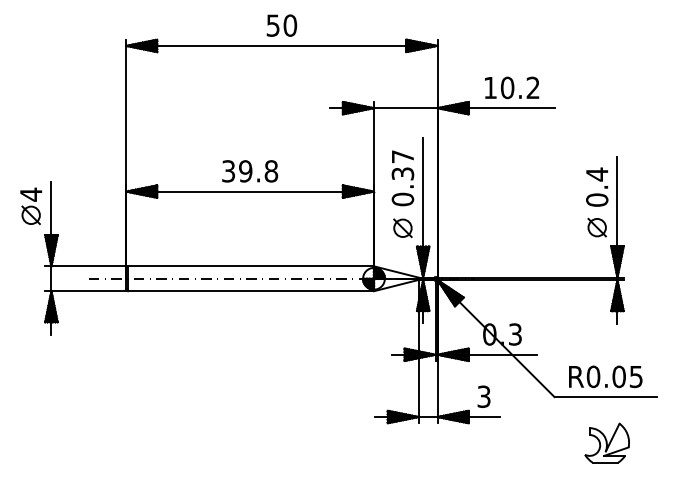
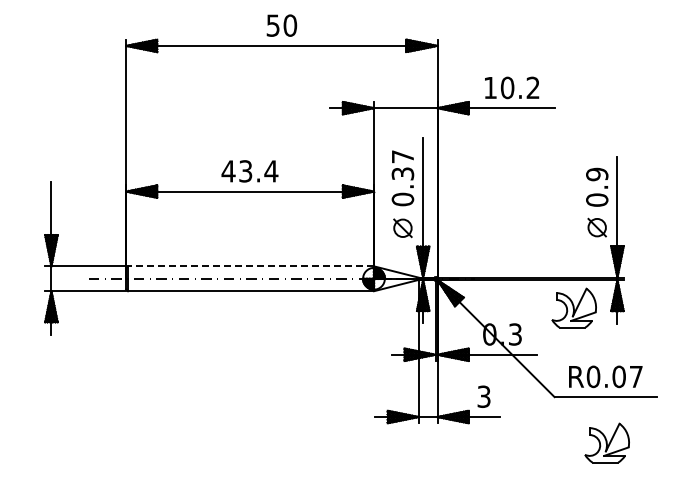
text at (249, 171): 39.8 -> 43.4
text at (597, 174): 0.4 -> 0.9
part at (30, 205): present -> none
line at (251, 266): solid -> dashed
part at (573, 307): none -> present
text at (635, 377): R0.05 -> R0.07
